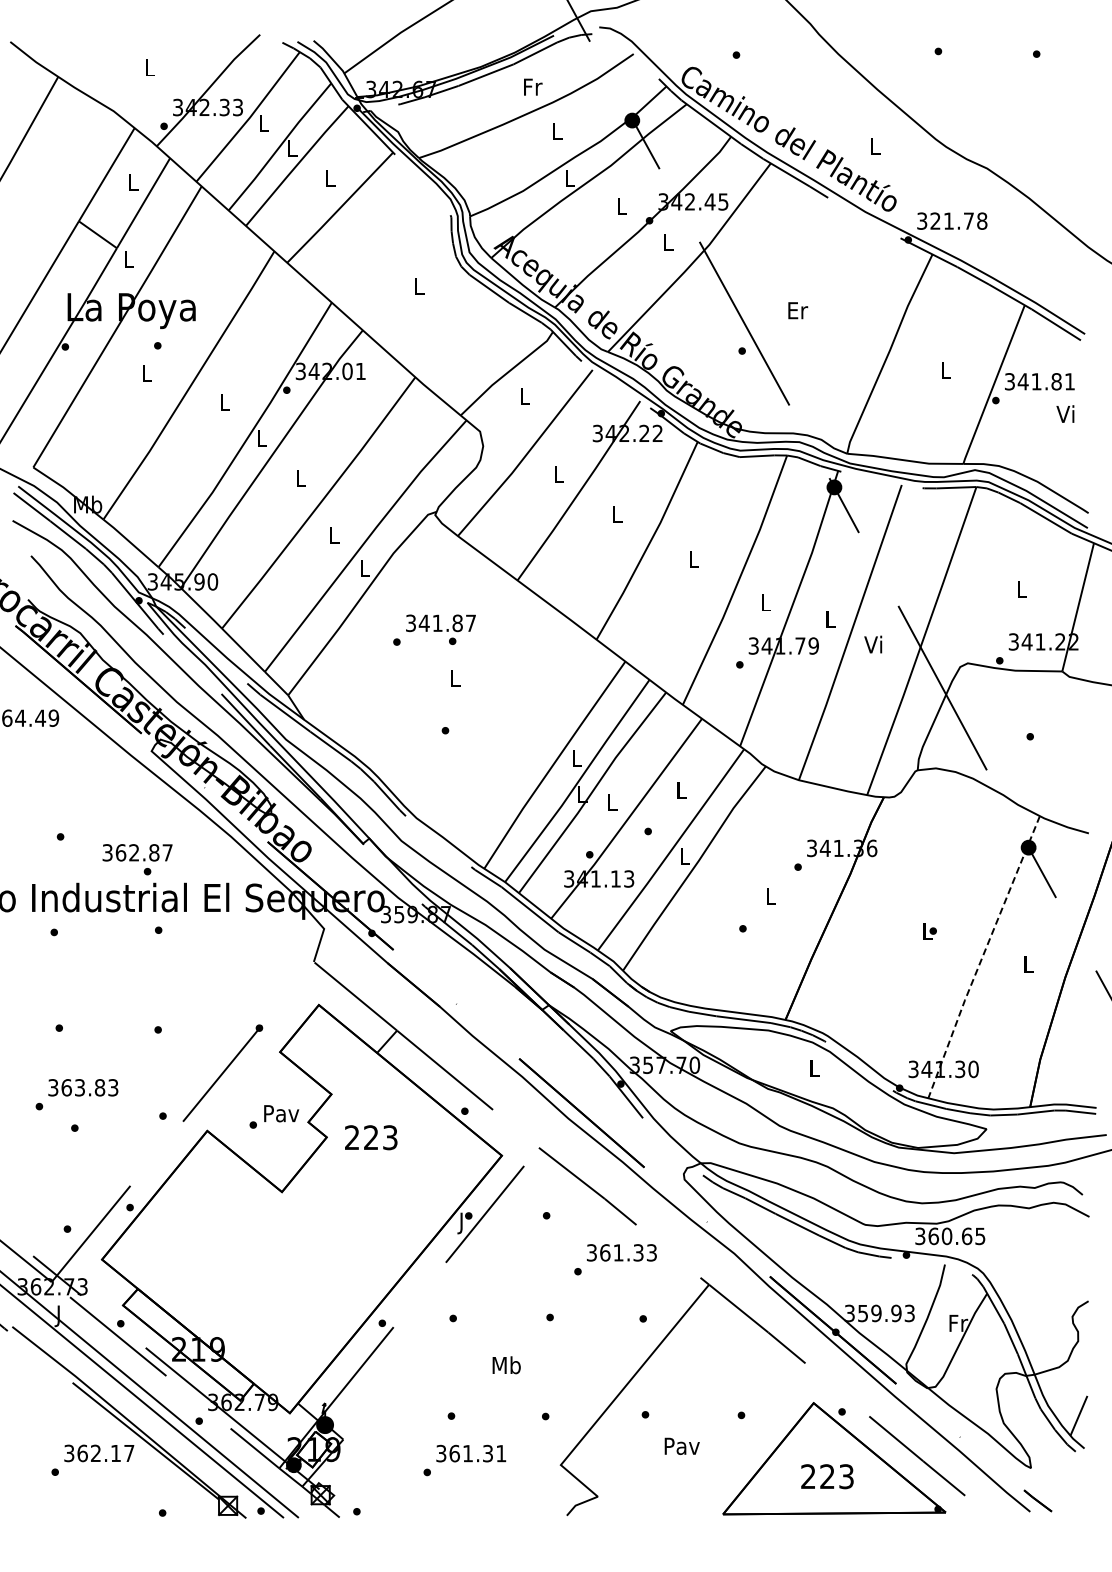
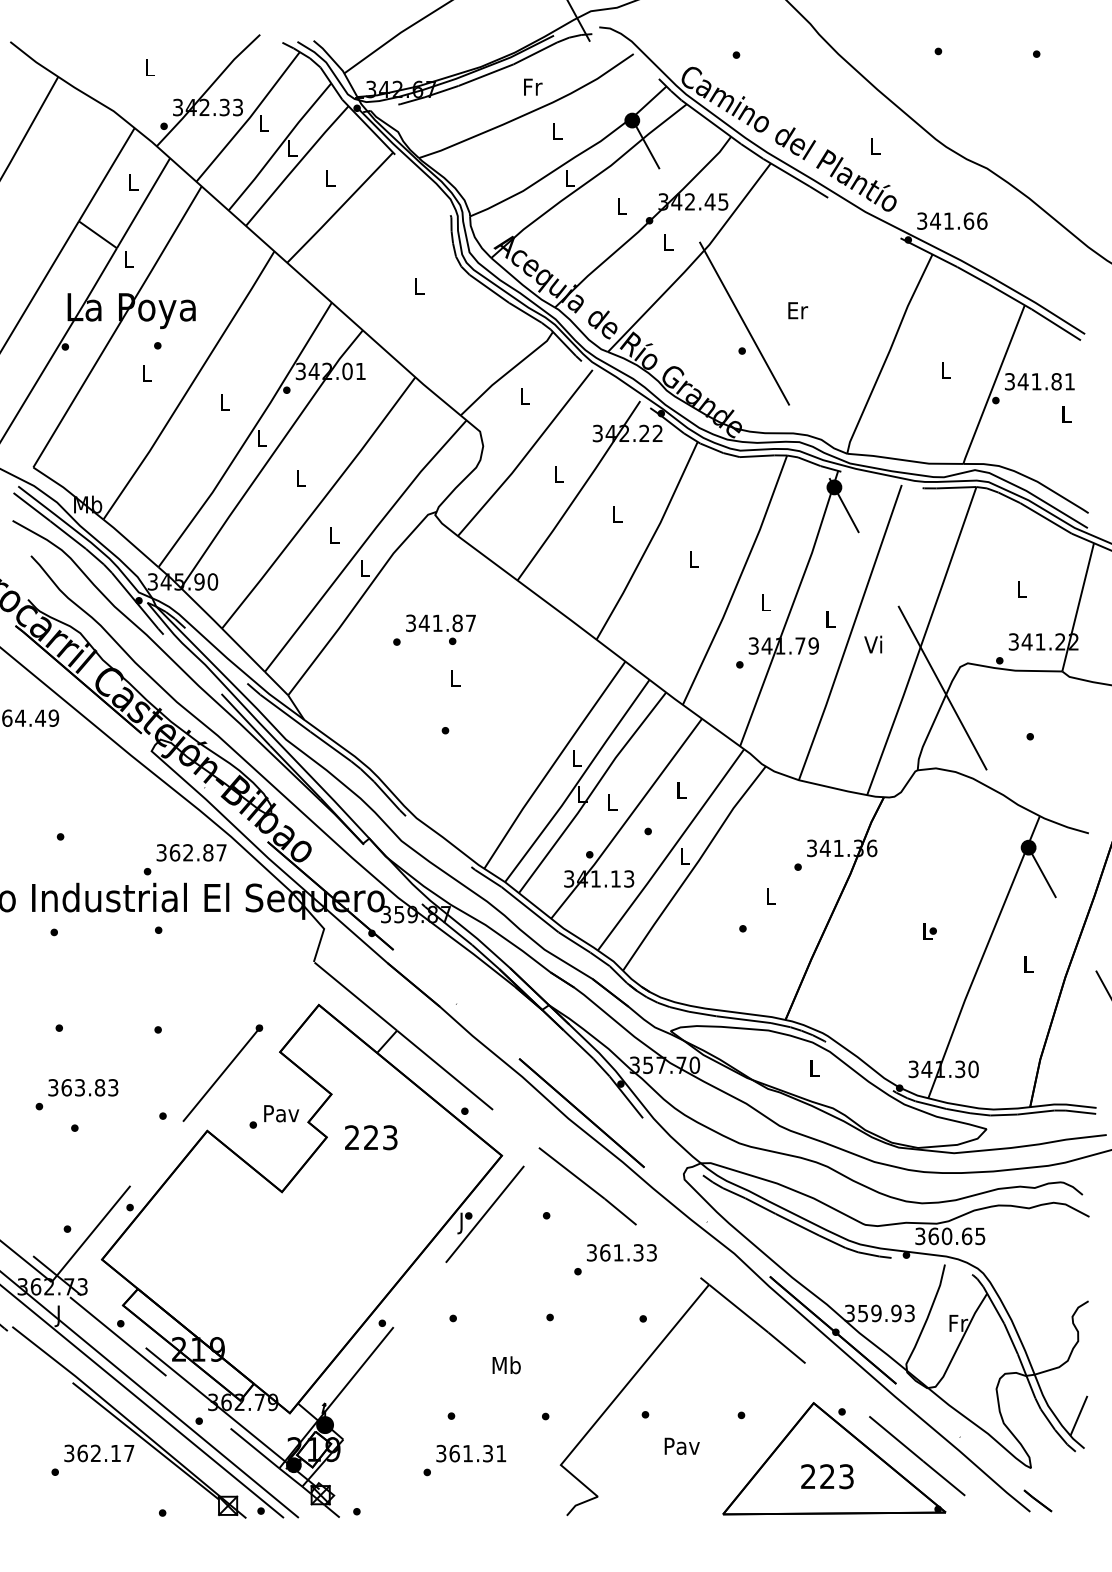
text at (958, 220): 321.78 -> 341.66
text at (1065, 413): Vi -> L
text at (137, 852) position: (137, 852) -> (191, 852)
line at (982, 957): dashed -> solid
